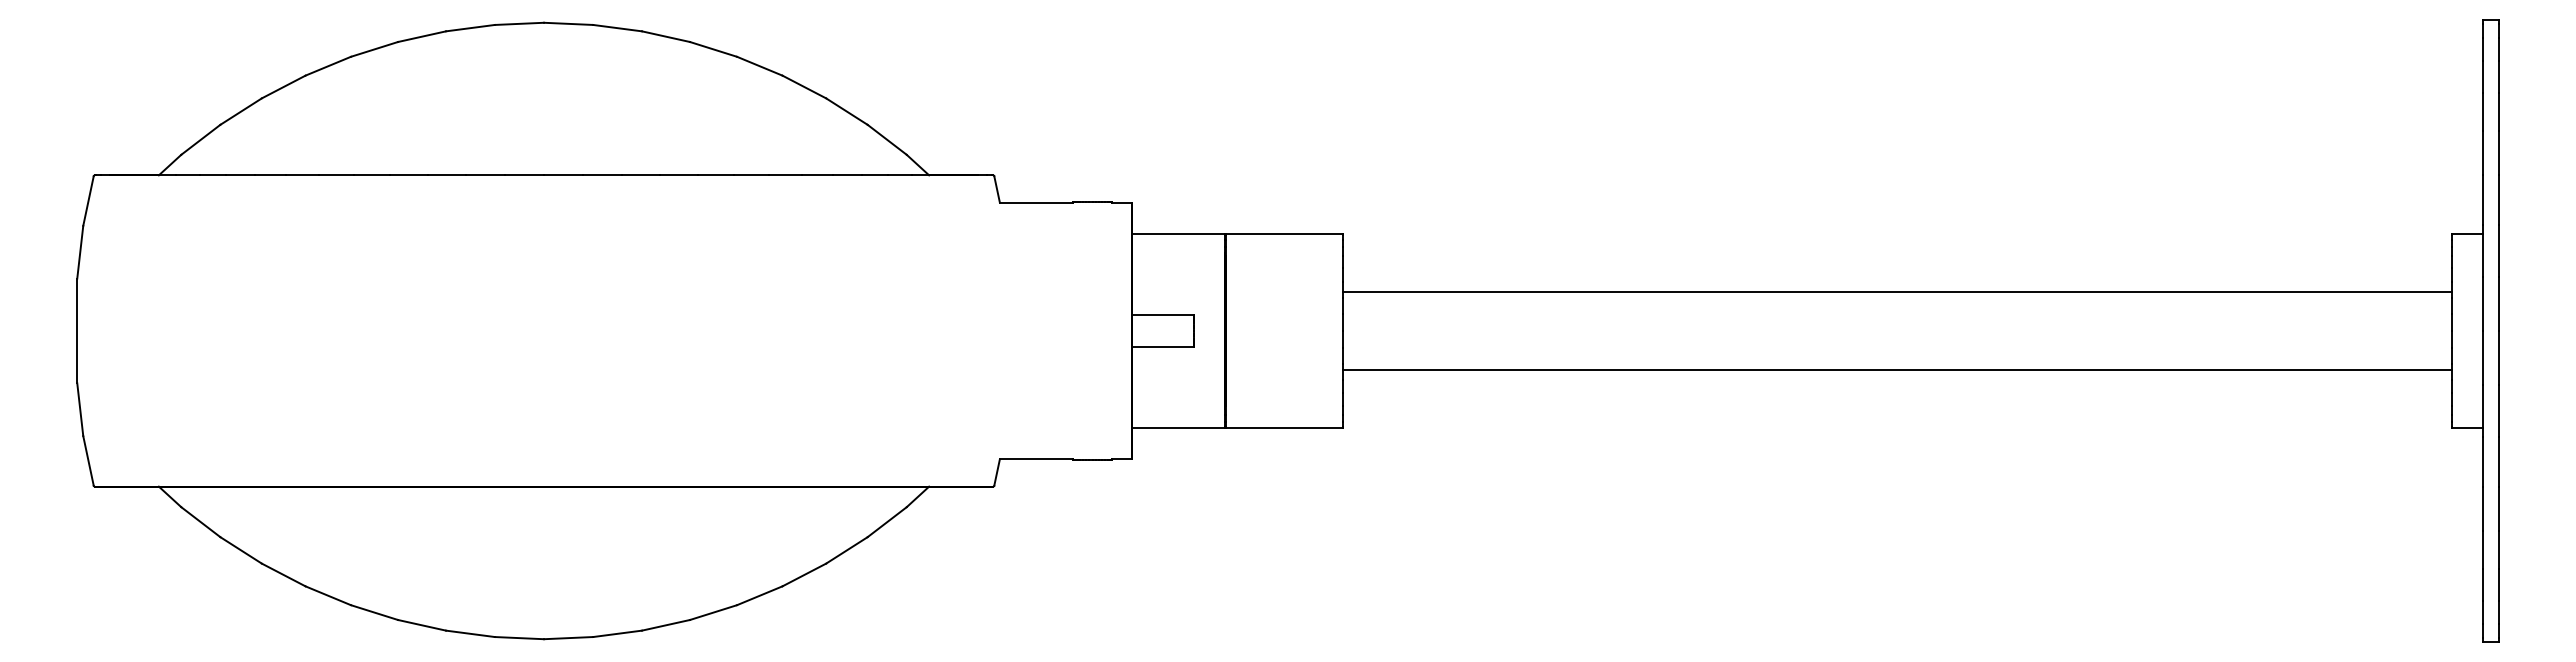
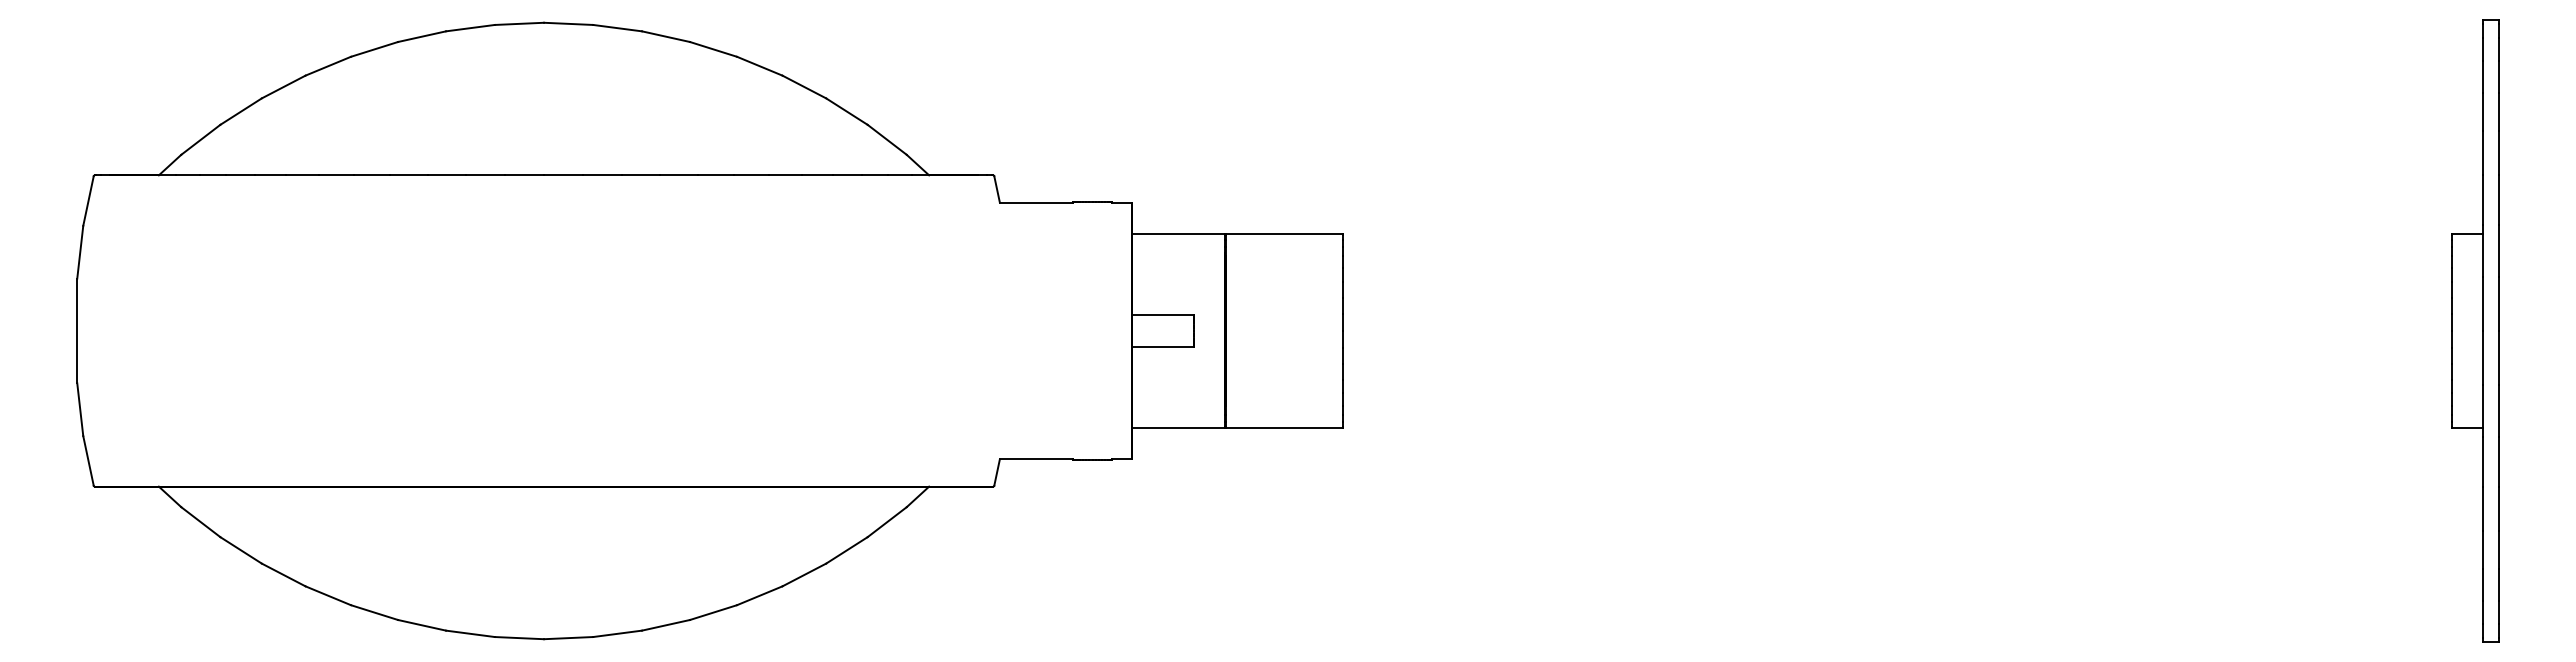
line at (1897, 292): present -> none
line at (1897, 369): present -> none
